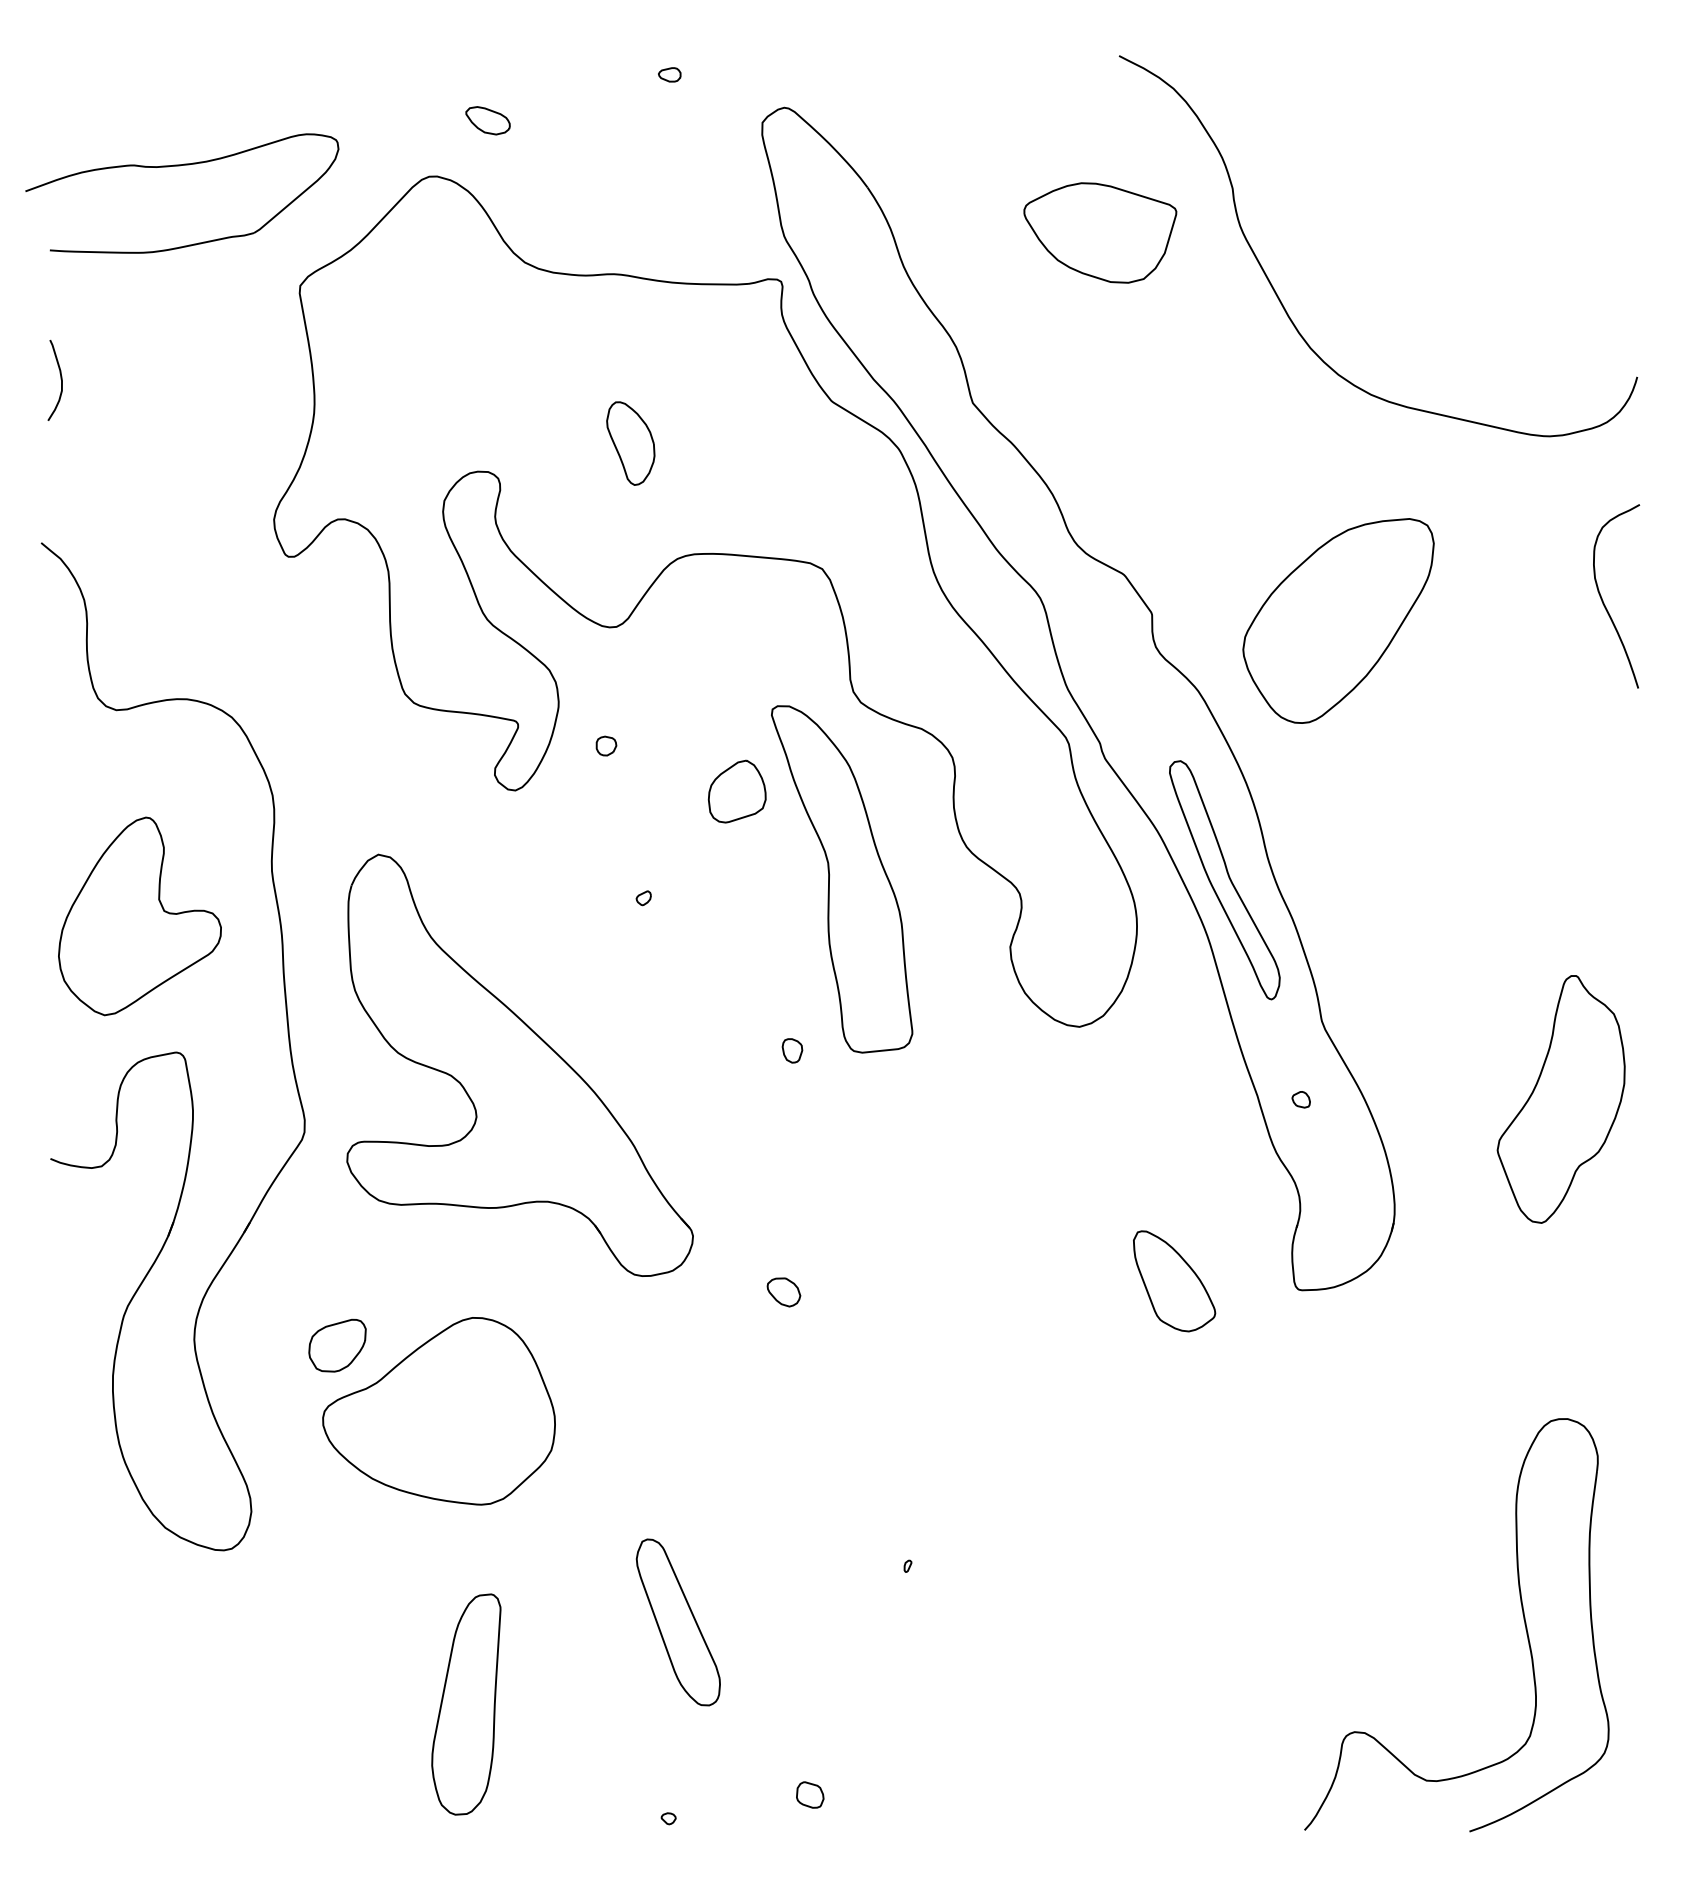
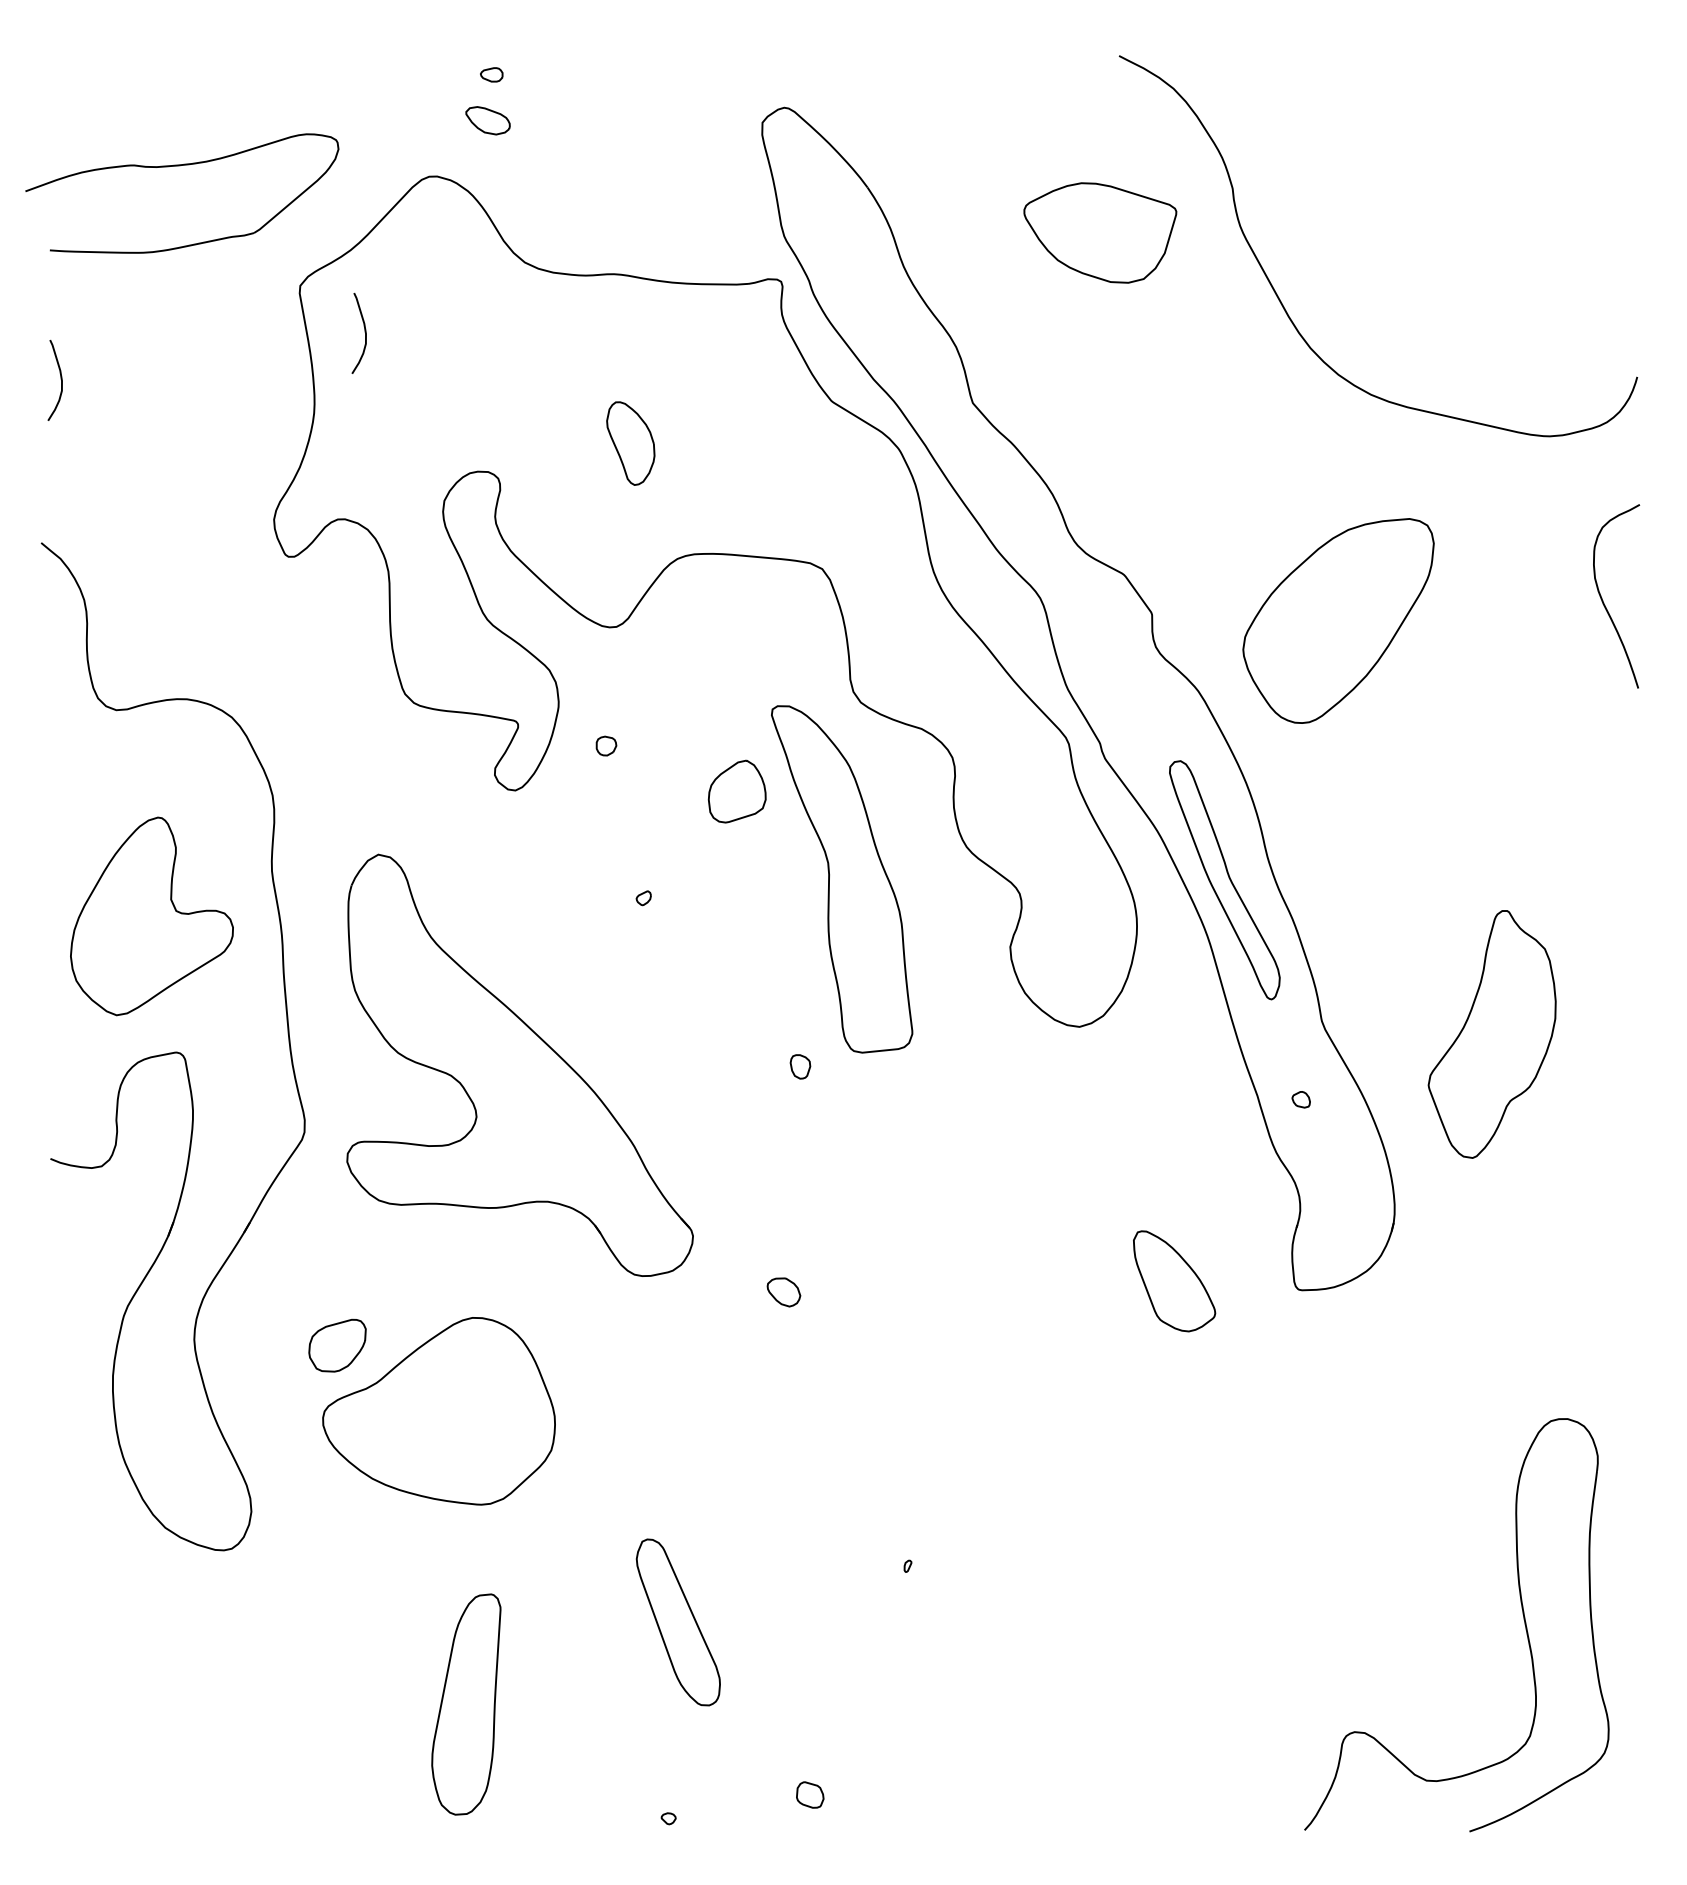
part at (669, 74) position: (669, 74) -> (491, 74)
curve at (364, 332): none -> present
part at (139, 916) position: (139, 916) -> (151, 916)
part at (792, 1050) position: (792, 1050) -> (800, 1066)
part at (1560, 1099) position: (1560, 1099) -> (1491, 1034)
